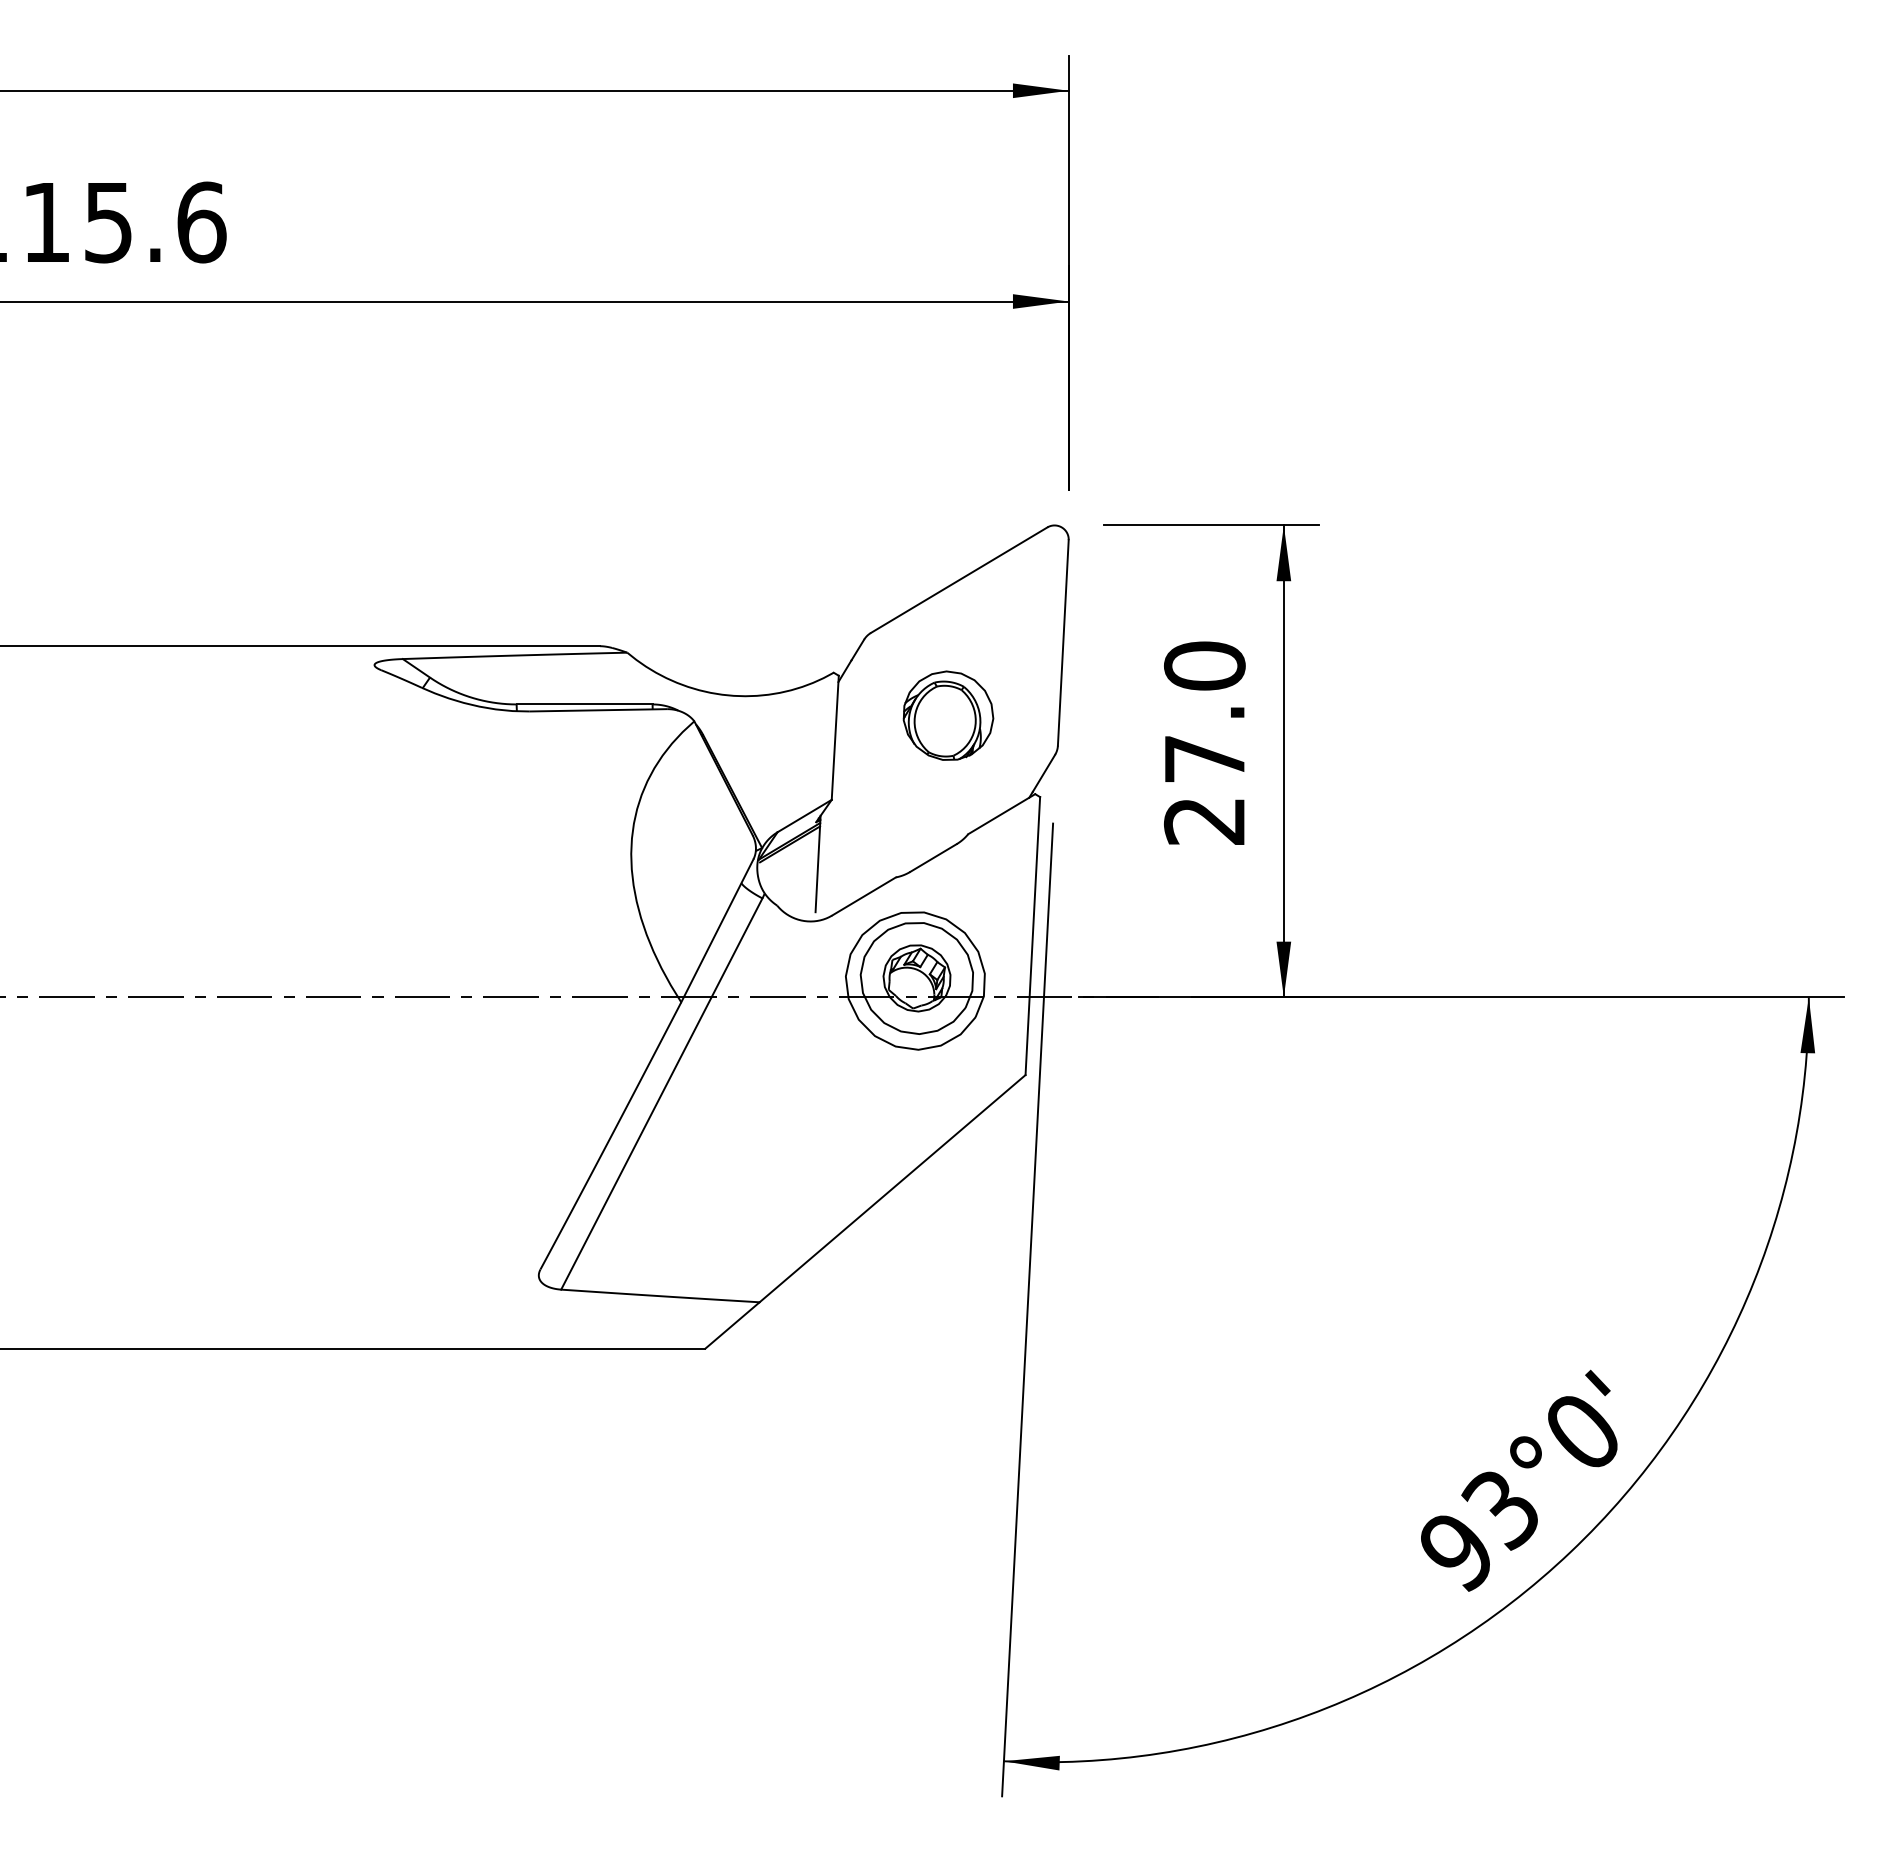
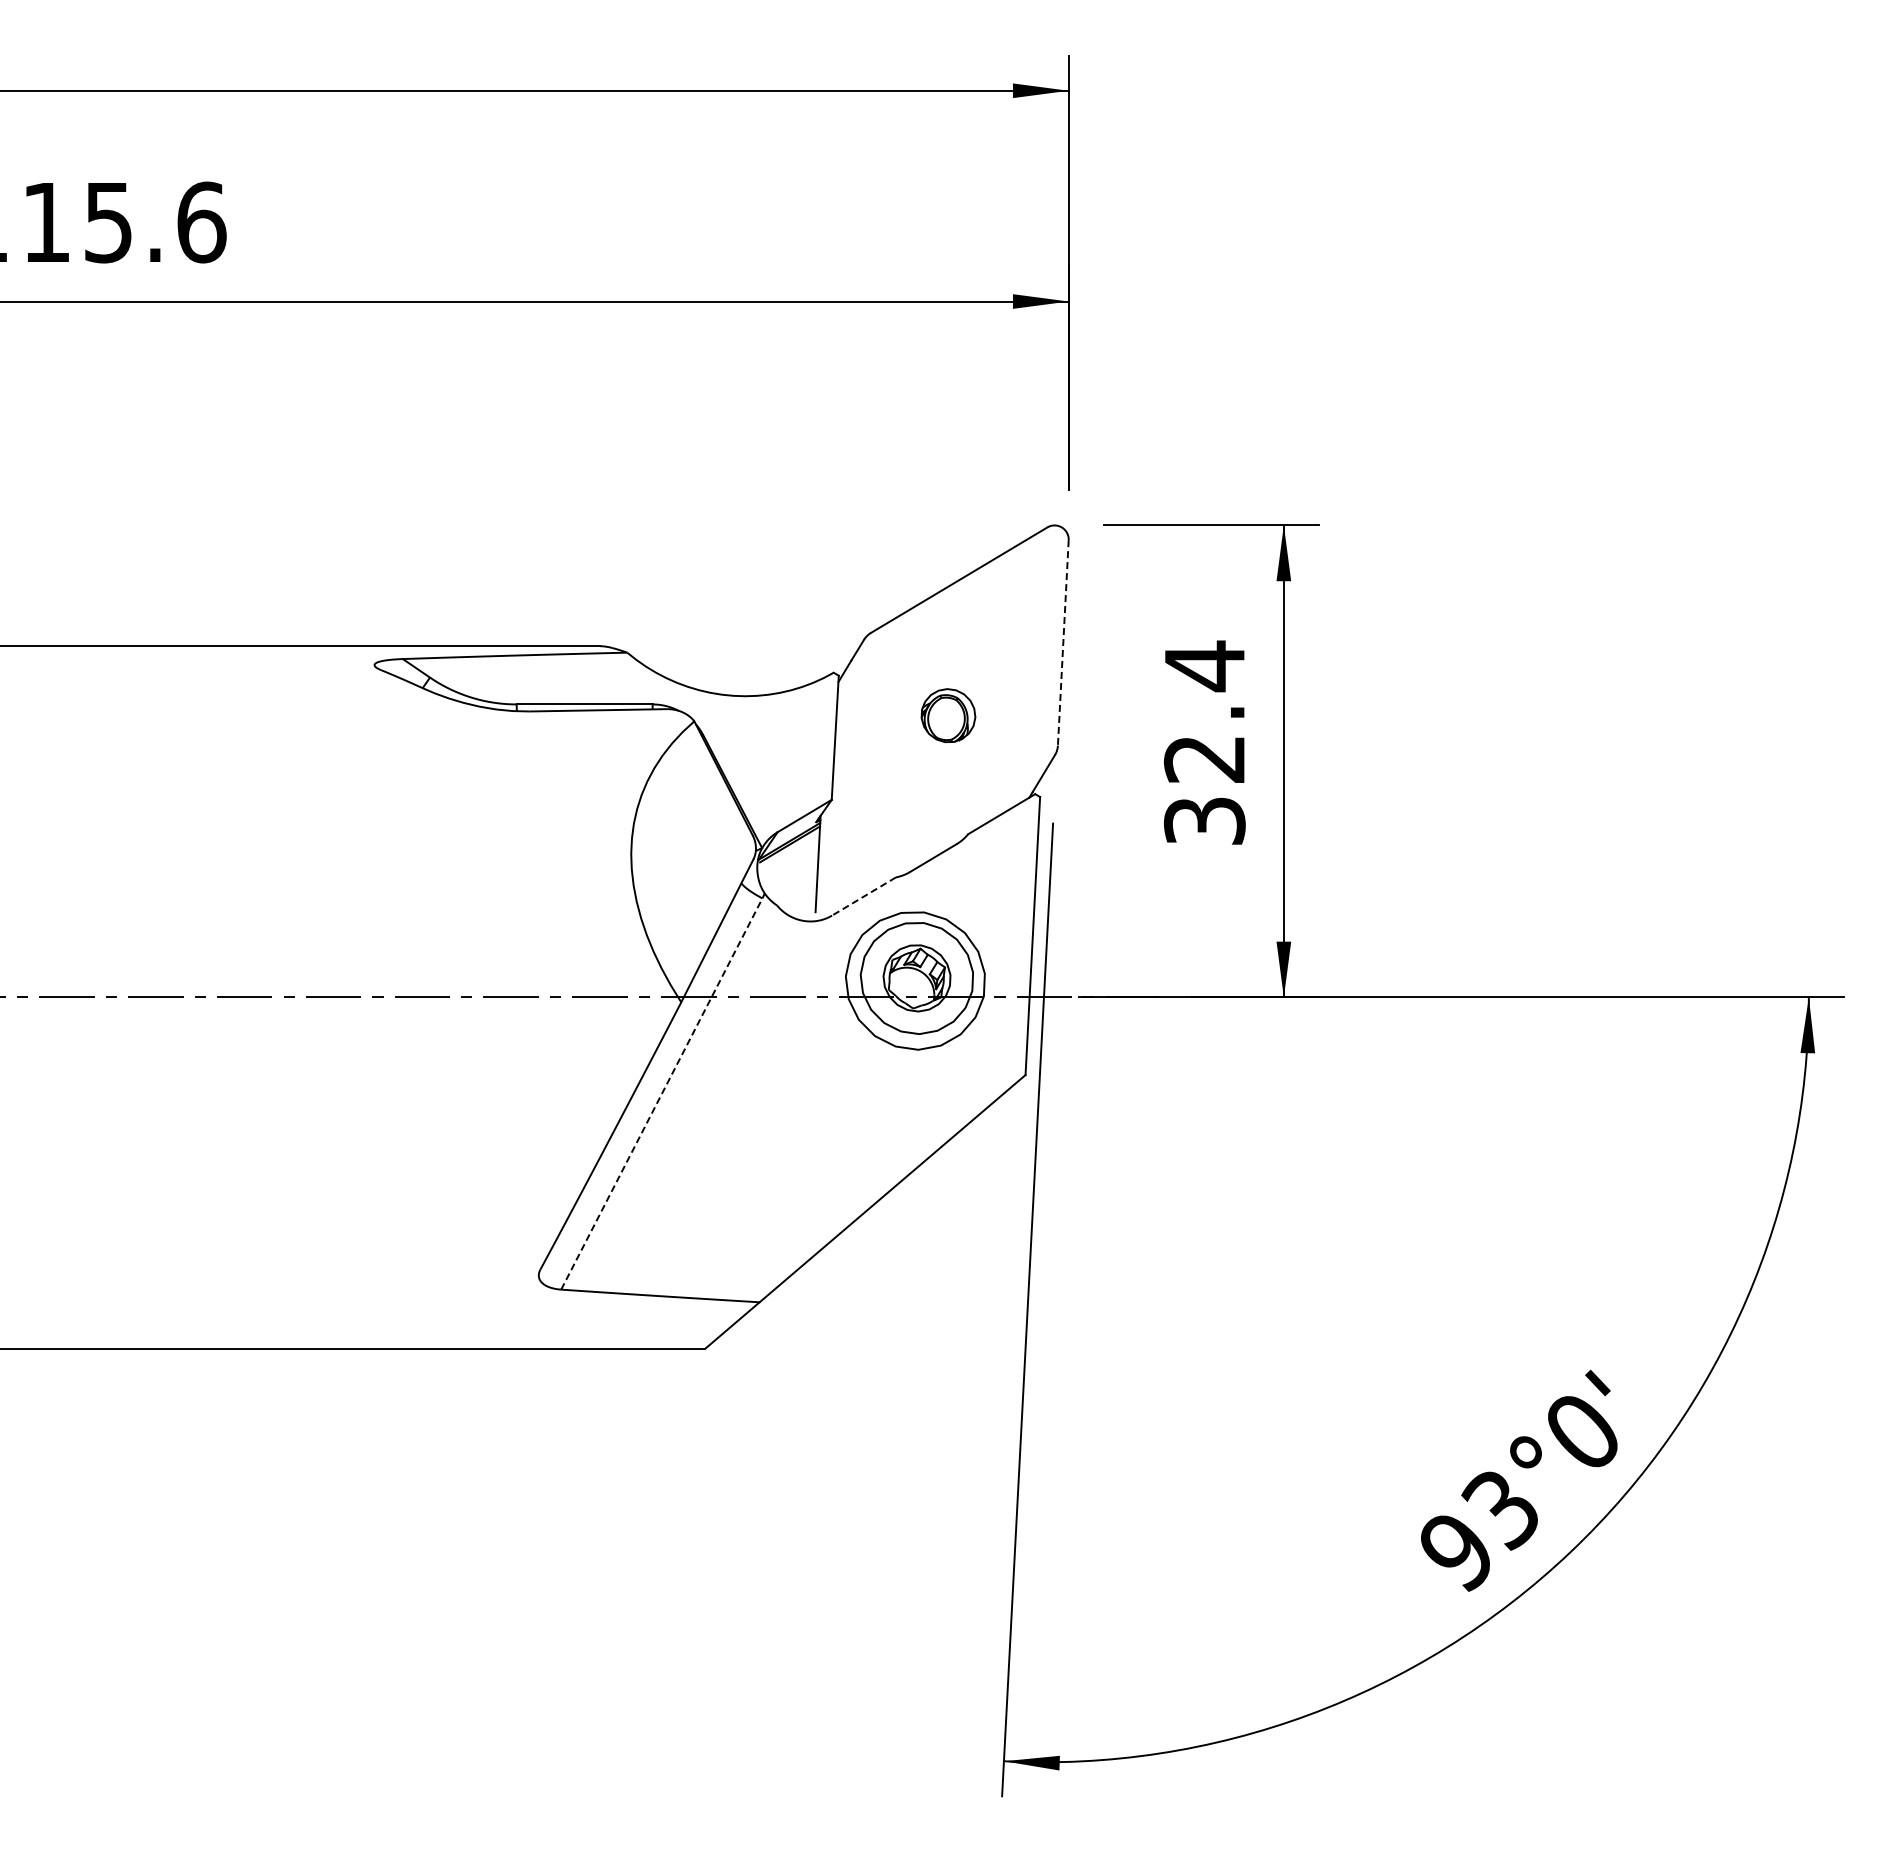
line at (1063, 642): solid -> dashed
part at (948, 715) size: 93x91 px -> 57x55 px
text at (1204, 742): 27.0 -> 32.4
line at (863, 896): solid -> dashed
line at (661, 1094): solid -> dashed
